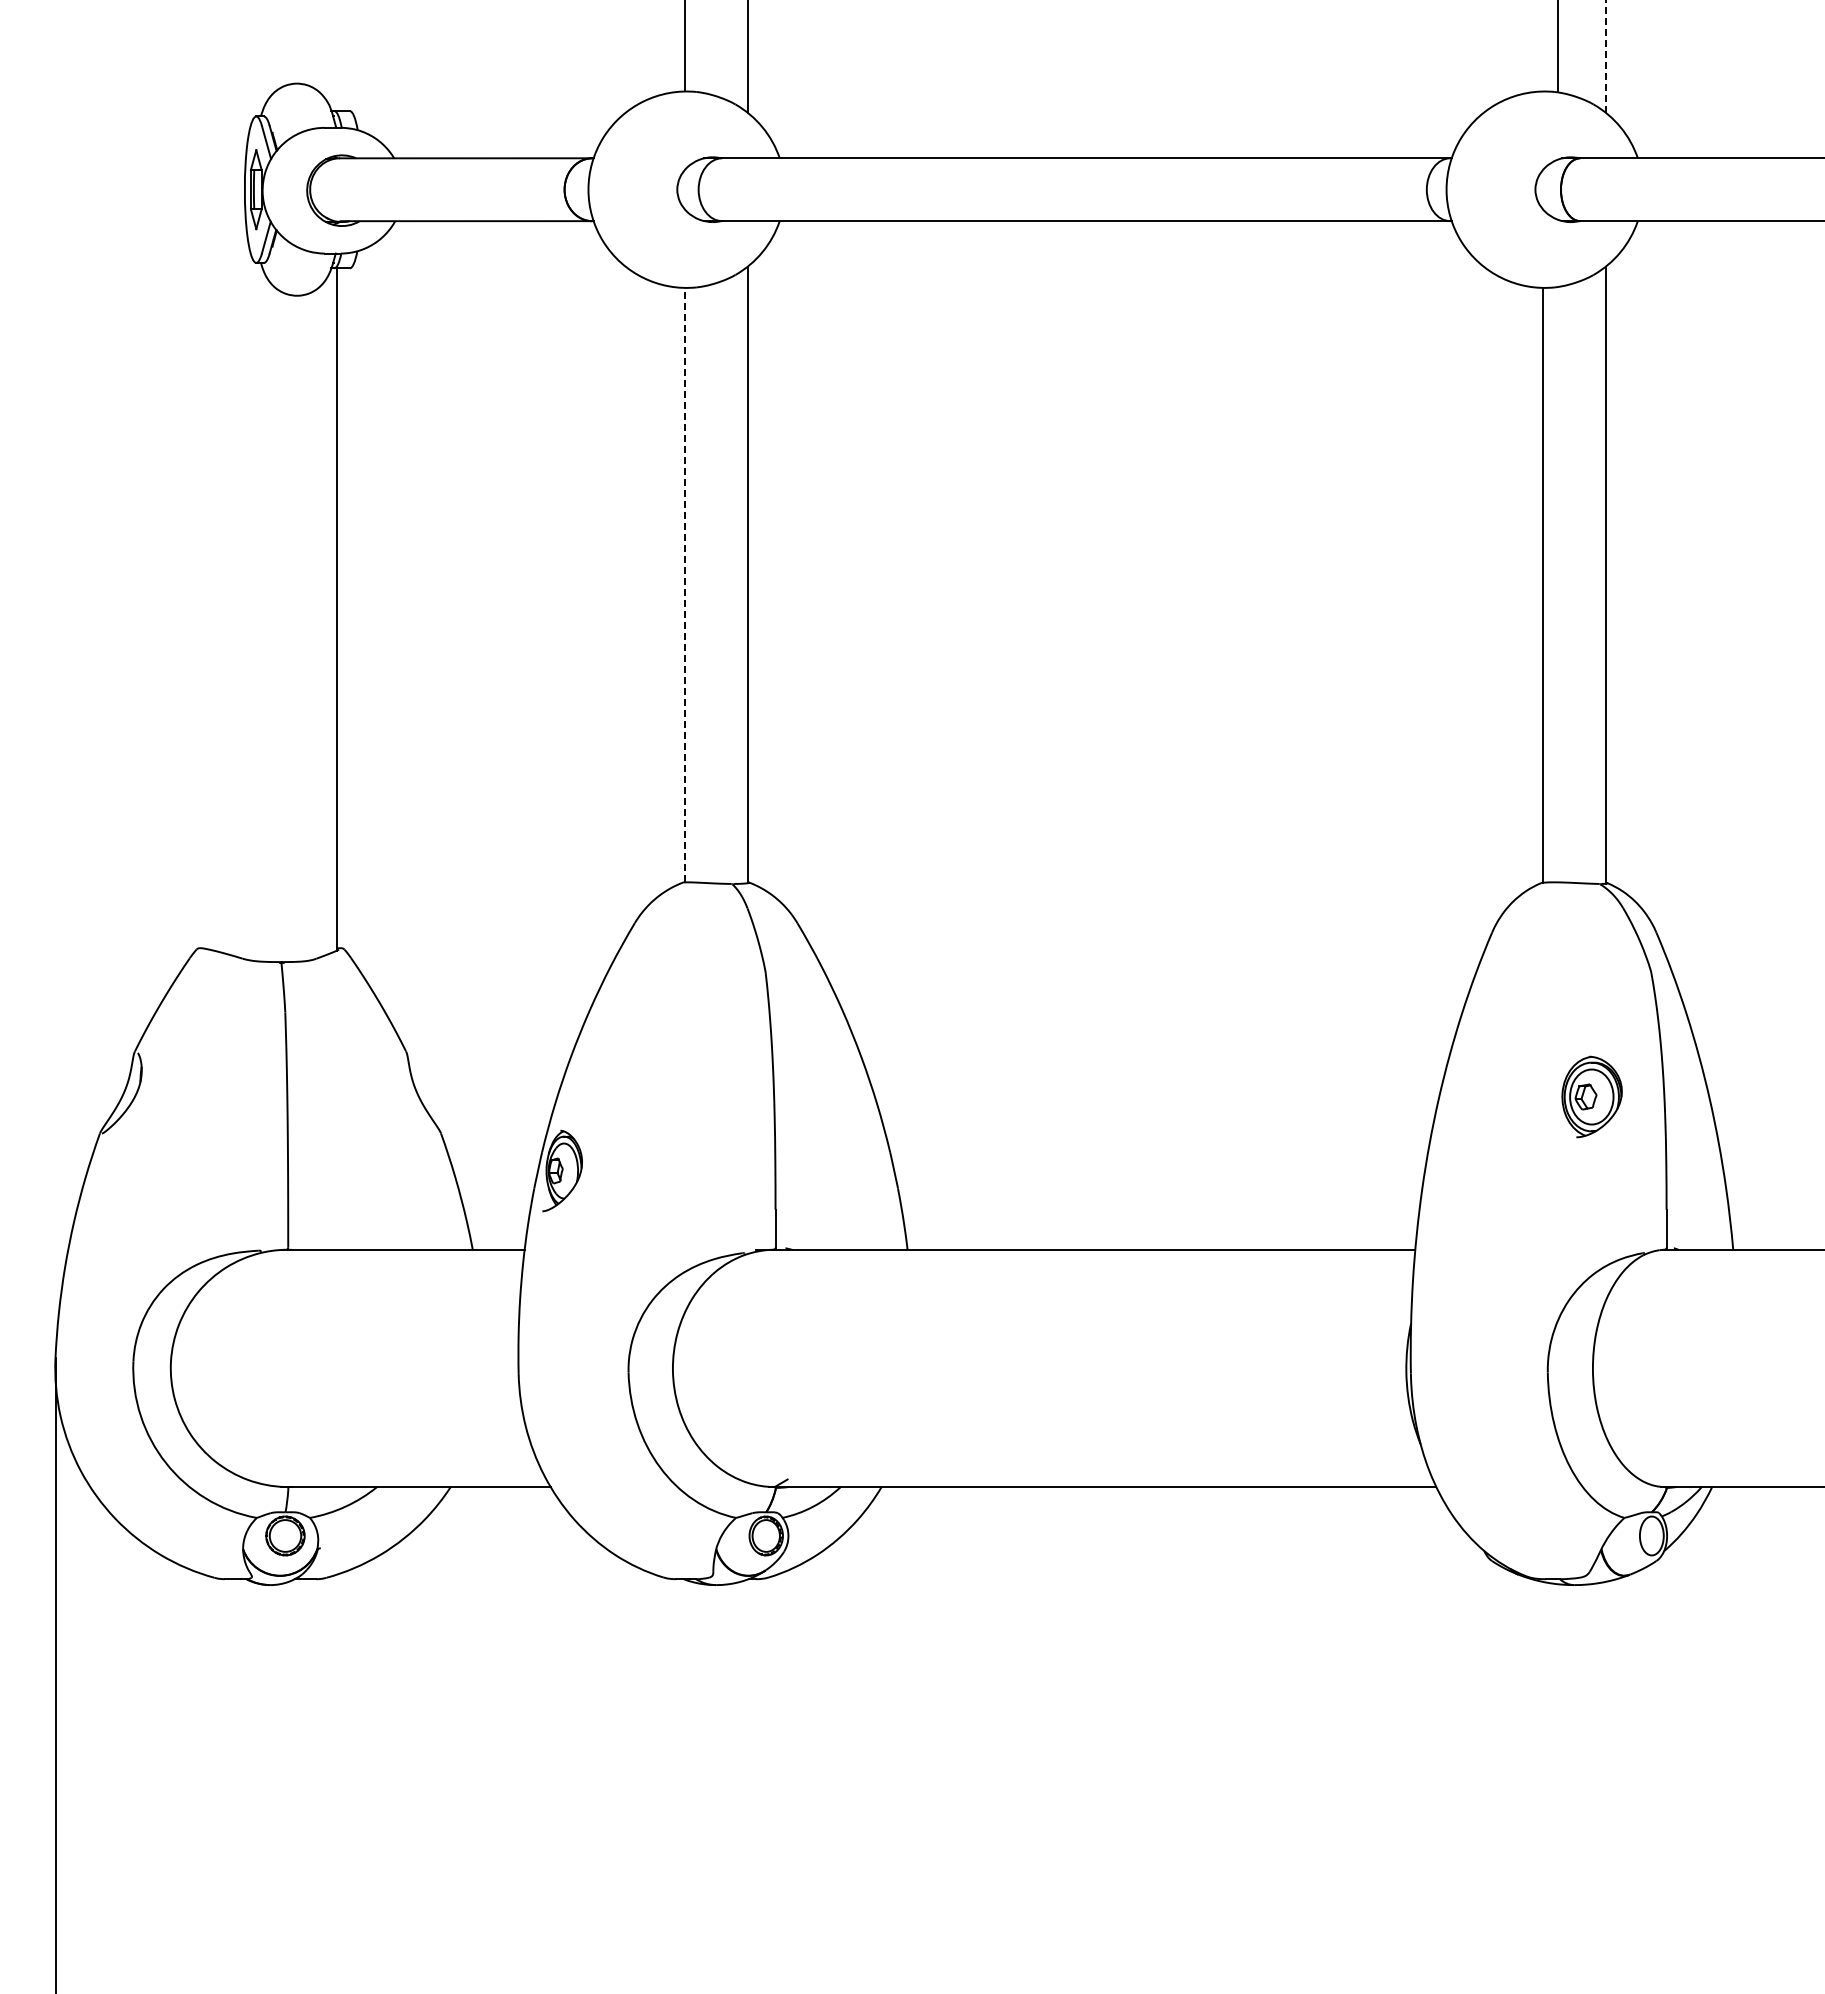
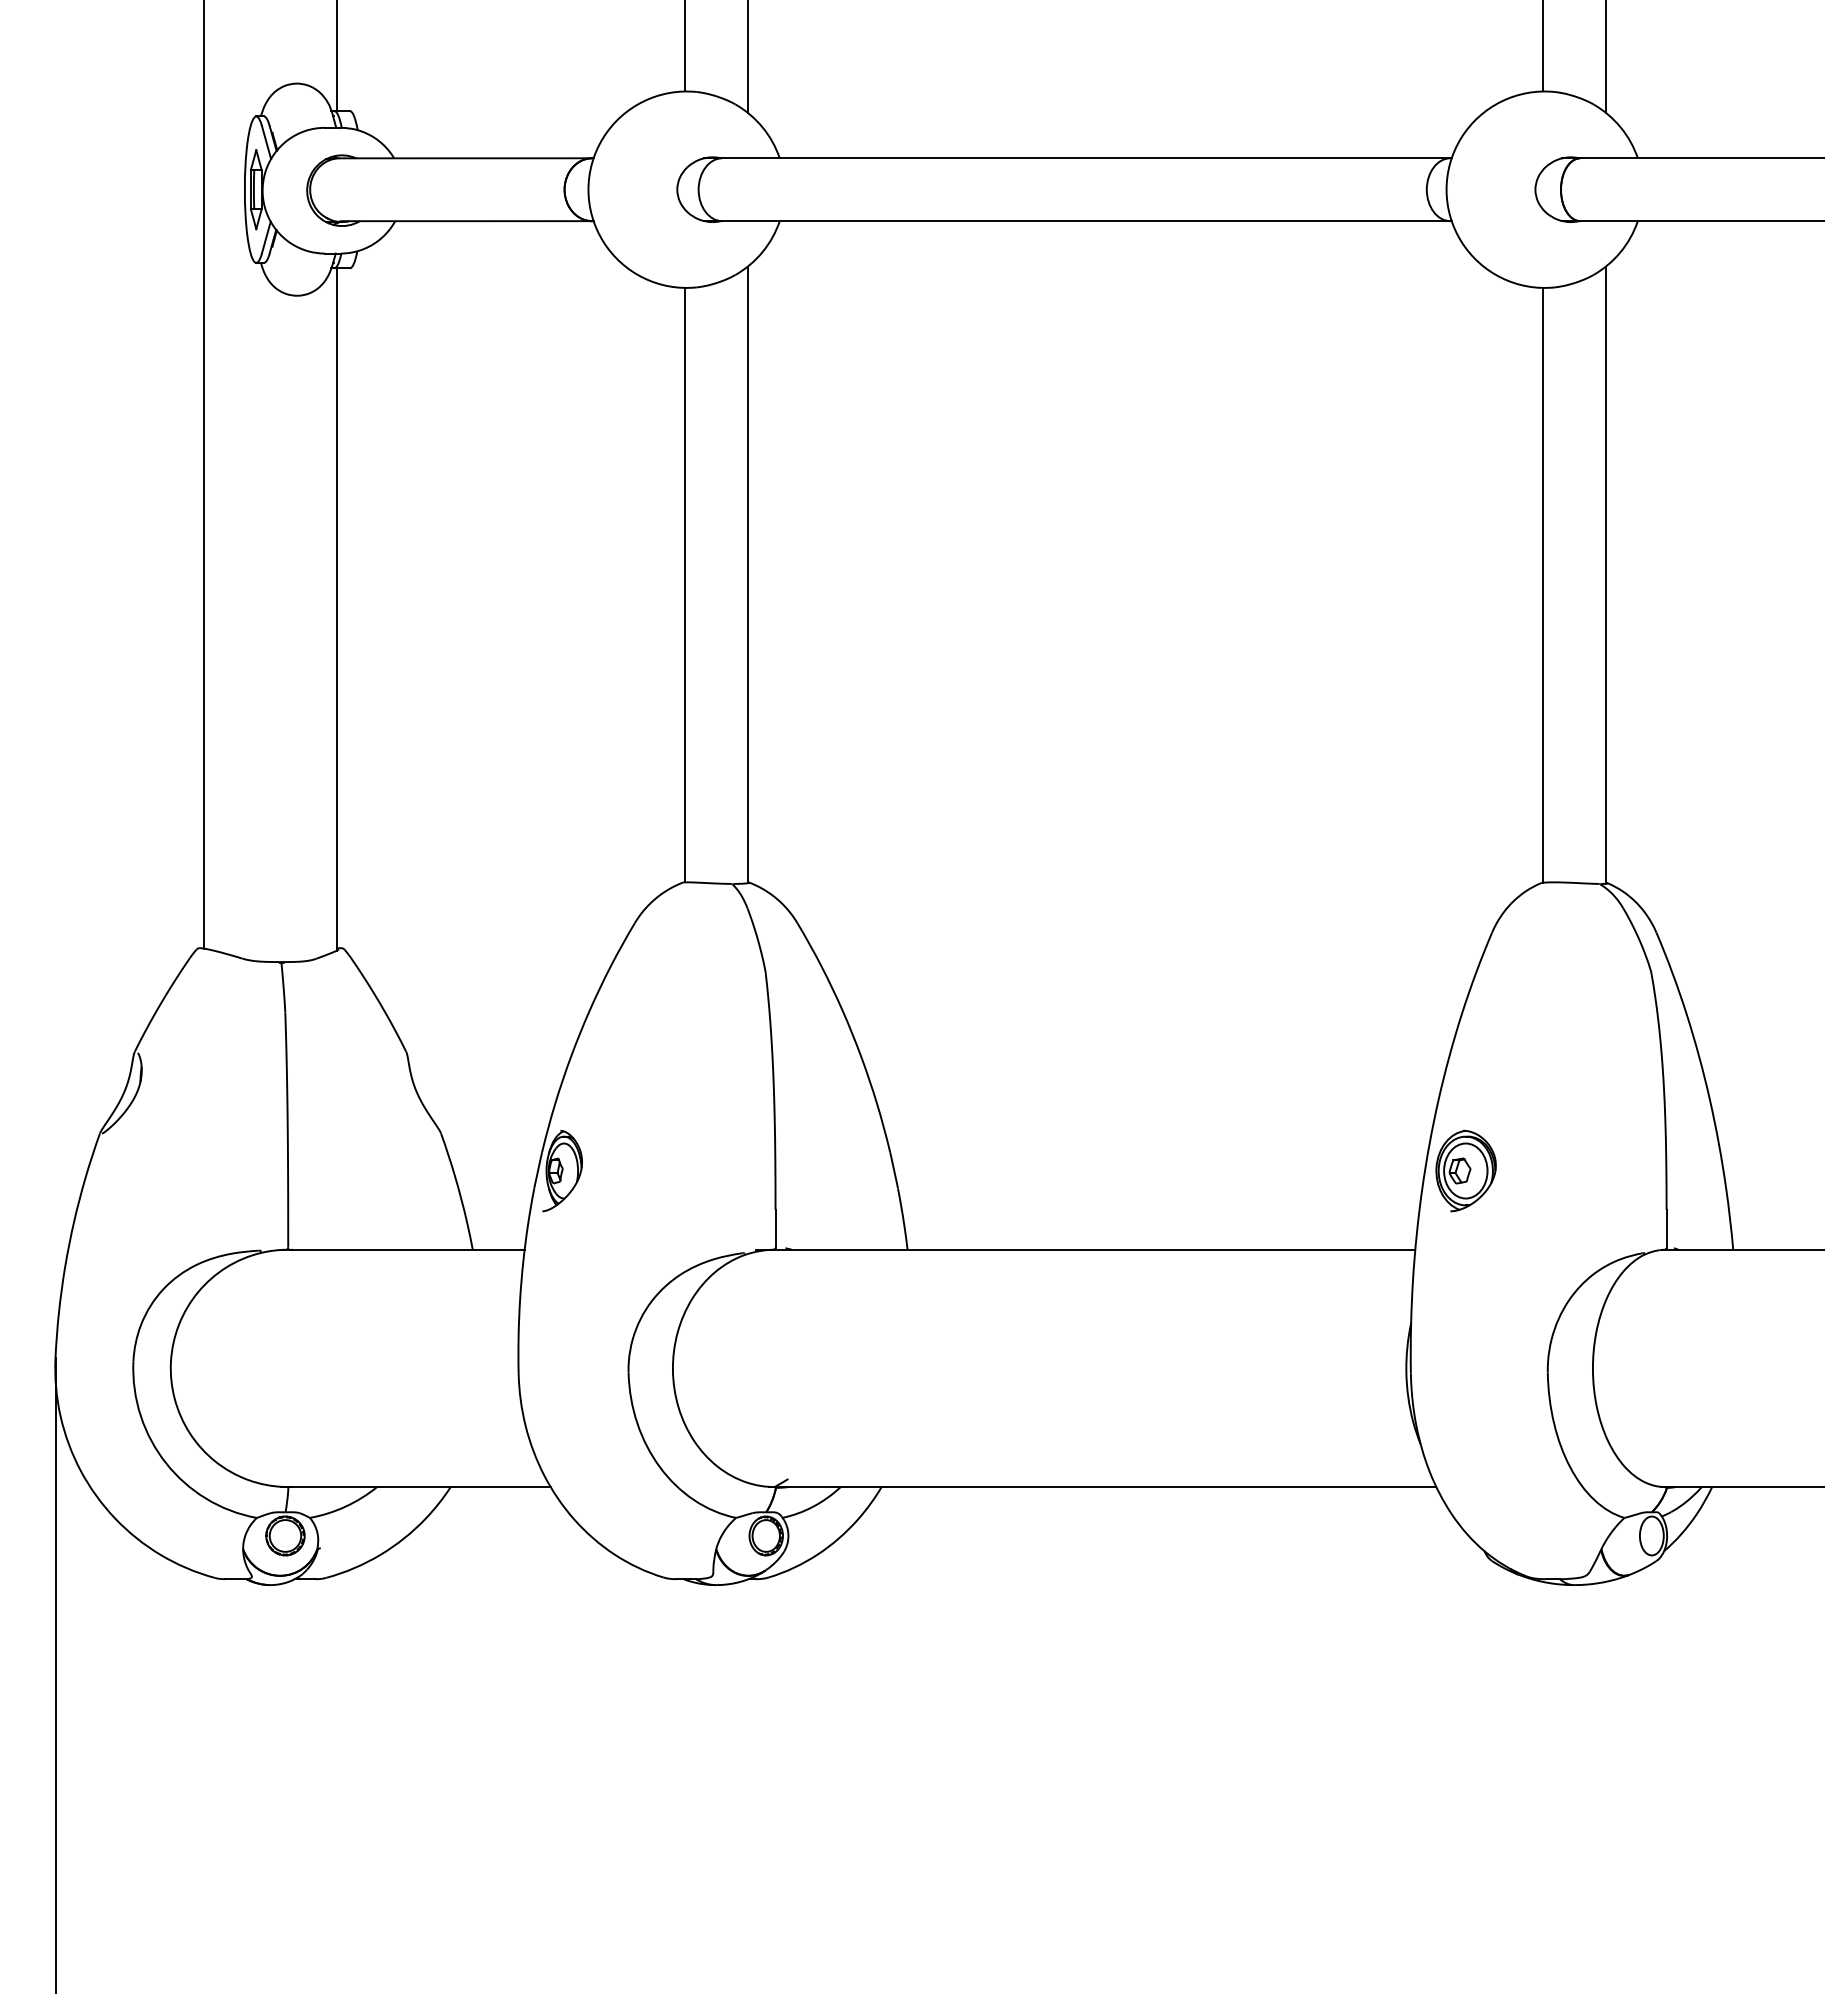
line at (1557, 46) position: (1557, 46) -> (1542, 46)
line at (336, 56): none -> present
line at (1605, 56): dashed -> solid
line at (204, 475): none -> present
line at (684, 584): dashed -> solid
part at (1591, 1096) position: (1591, 1096) -> (1465, 1170)
